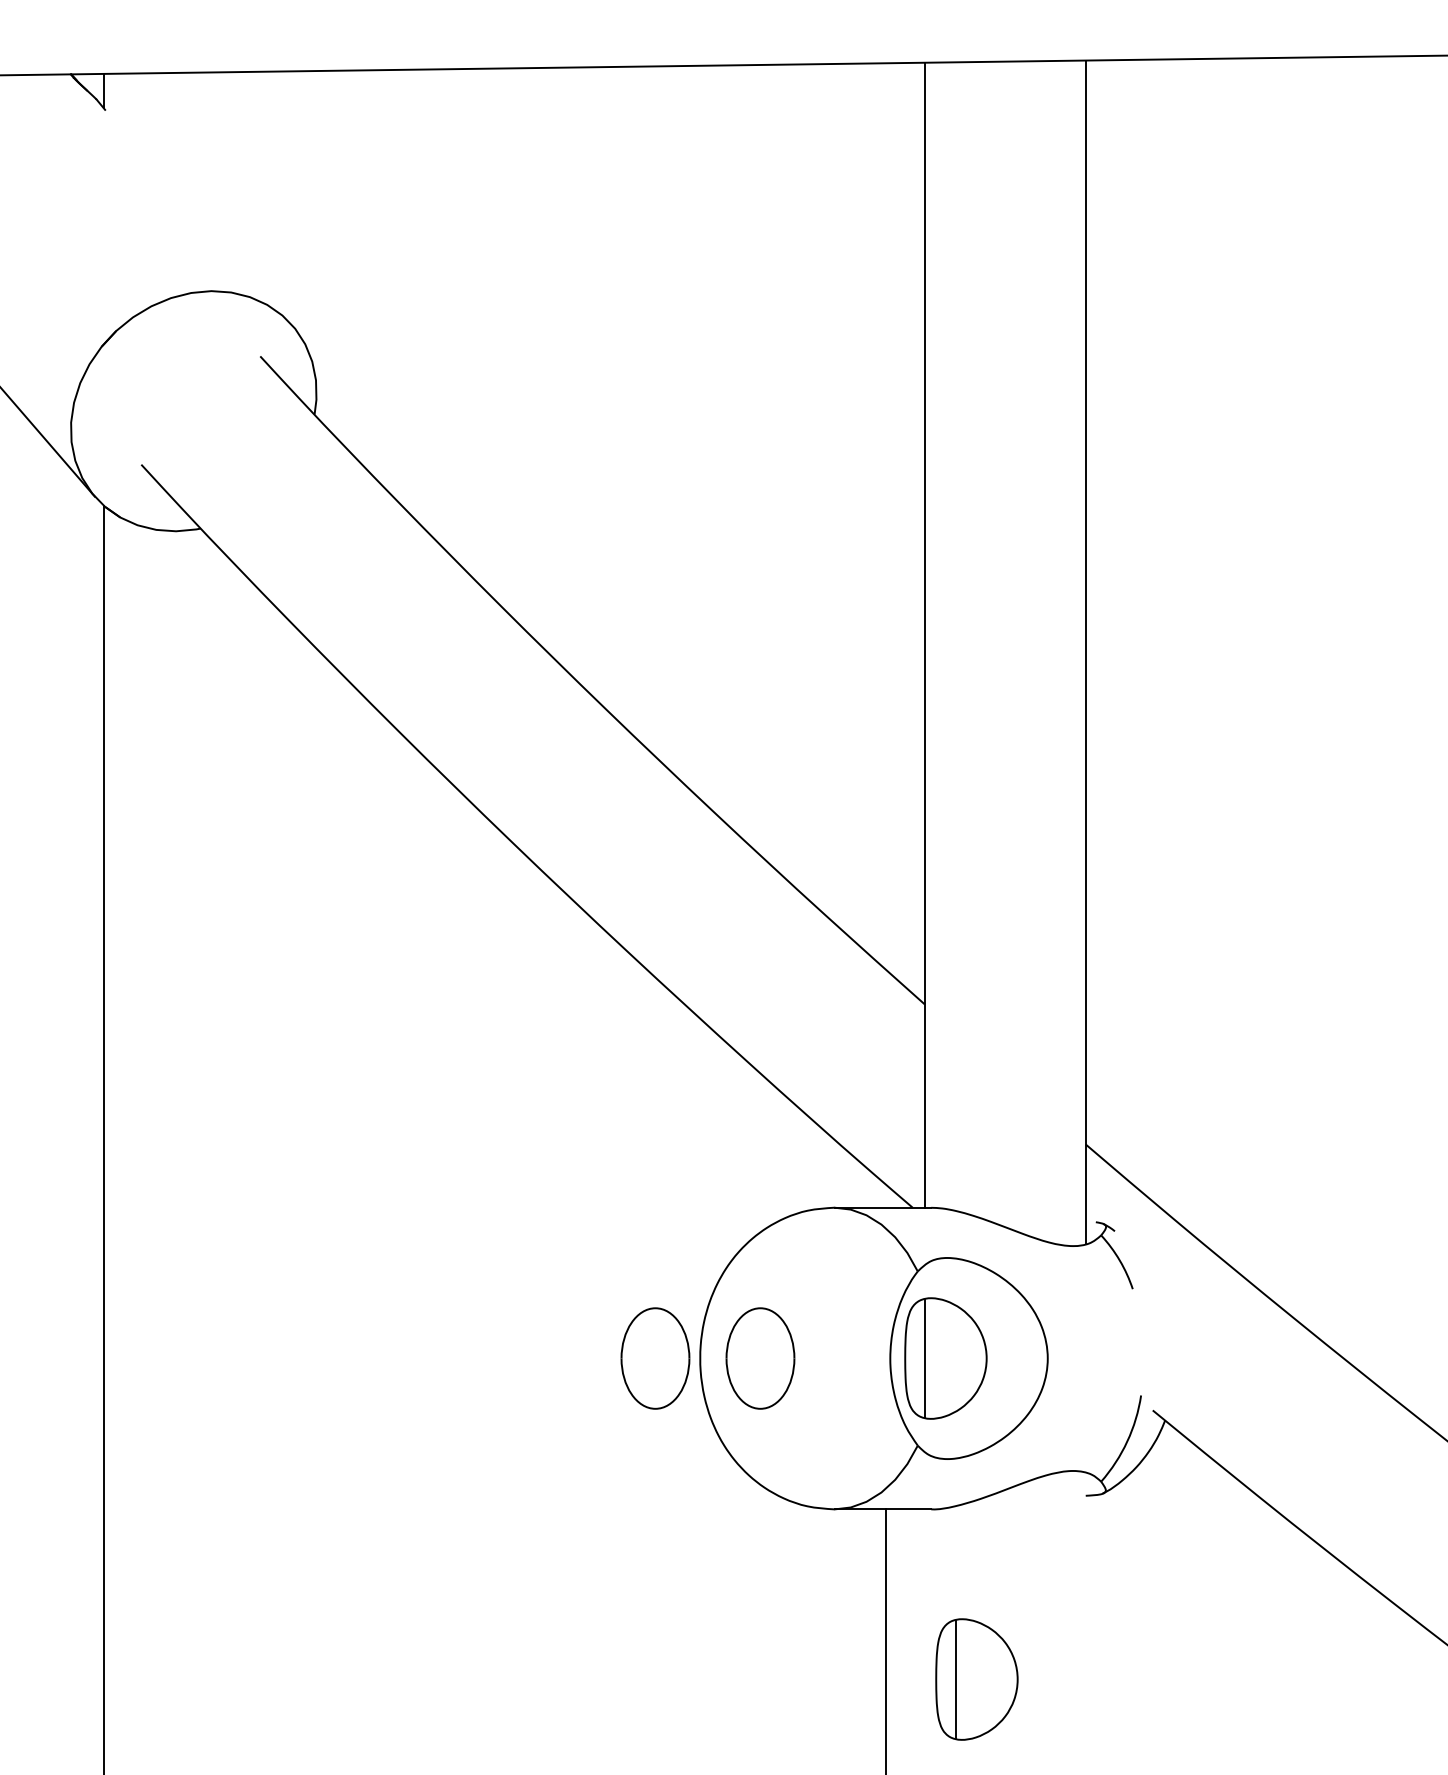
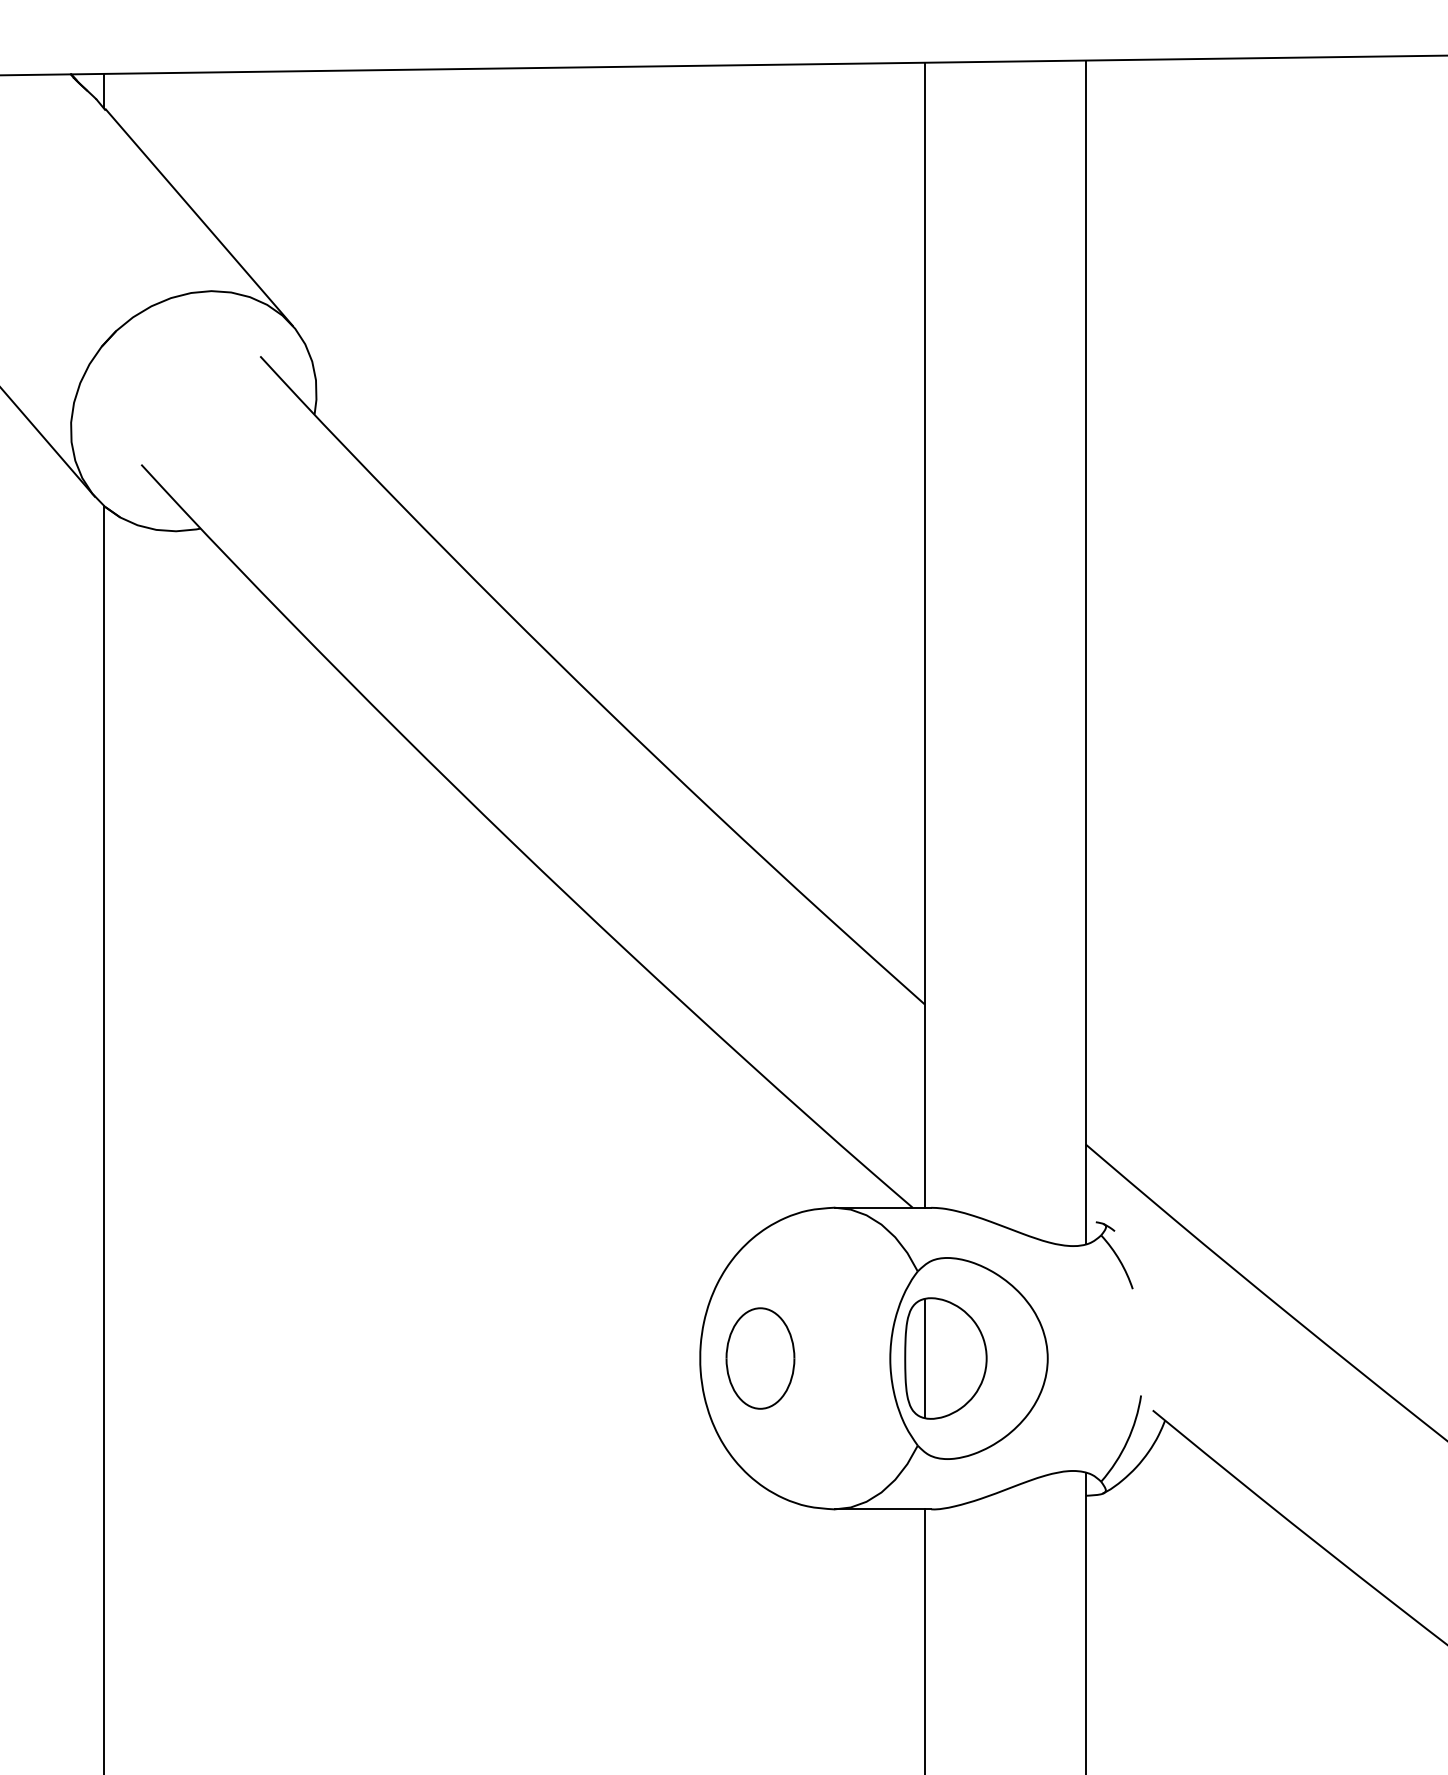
line at (198, 217): none -> present
part at (655, 1358): present -> none
line at (1085, 1622): none -> present
line at (885, 1640) position: (885, 1640) -> (924, 1640)
part at (976, 1679): present -> none
